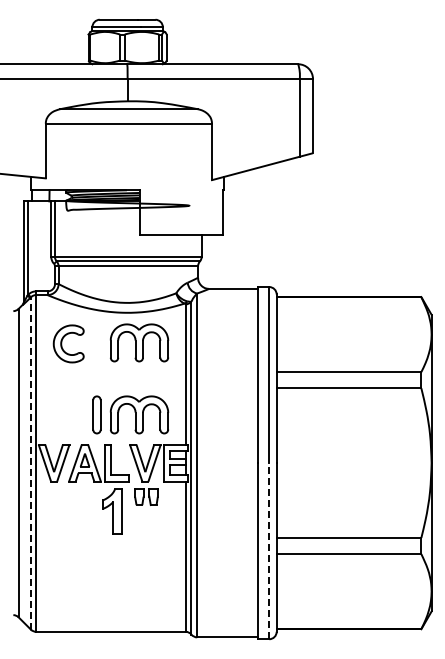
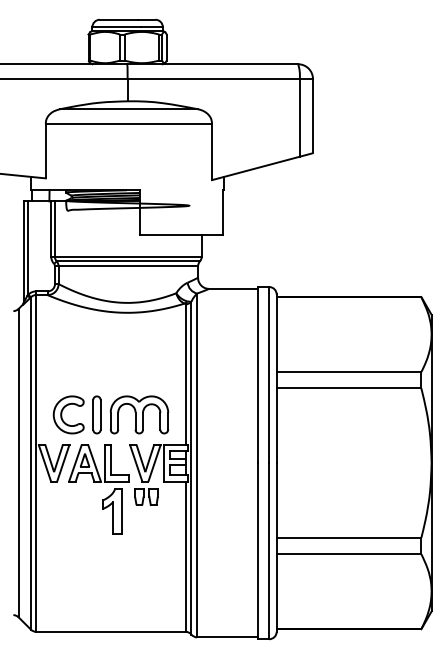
part at (139, 342): present -> none
part at (68, 343) position: (68, 343) -> (68, 414)
line at (30, 462): dashed -> solid
line at (269, 550): dashed -> solid
